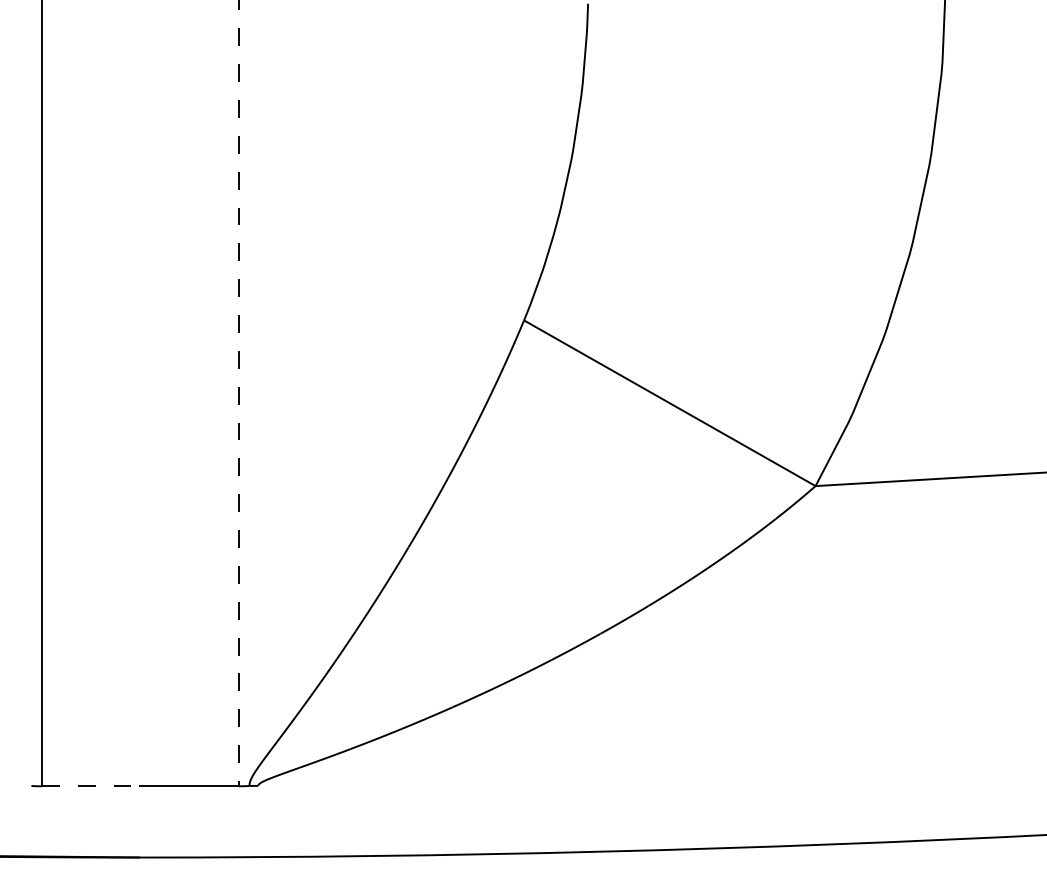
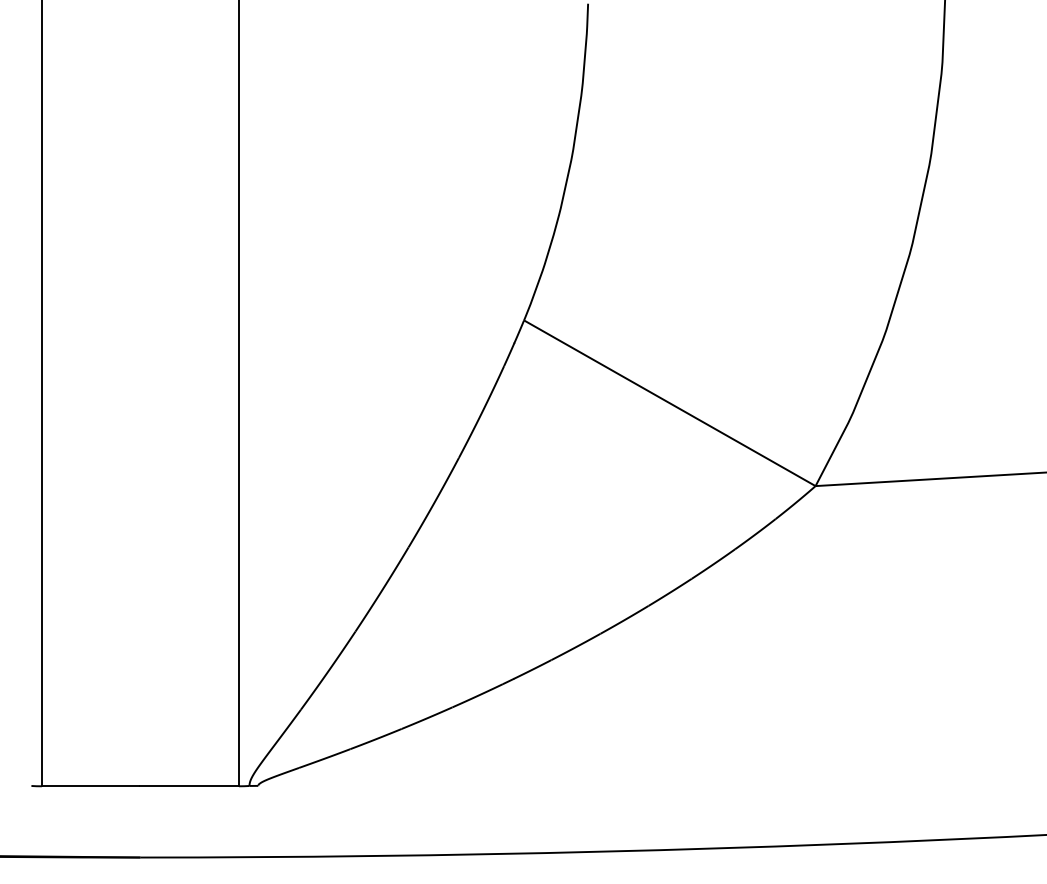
line at (239, 393): dashed -> solid
line at (90, 786): dashed -> solid
